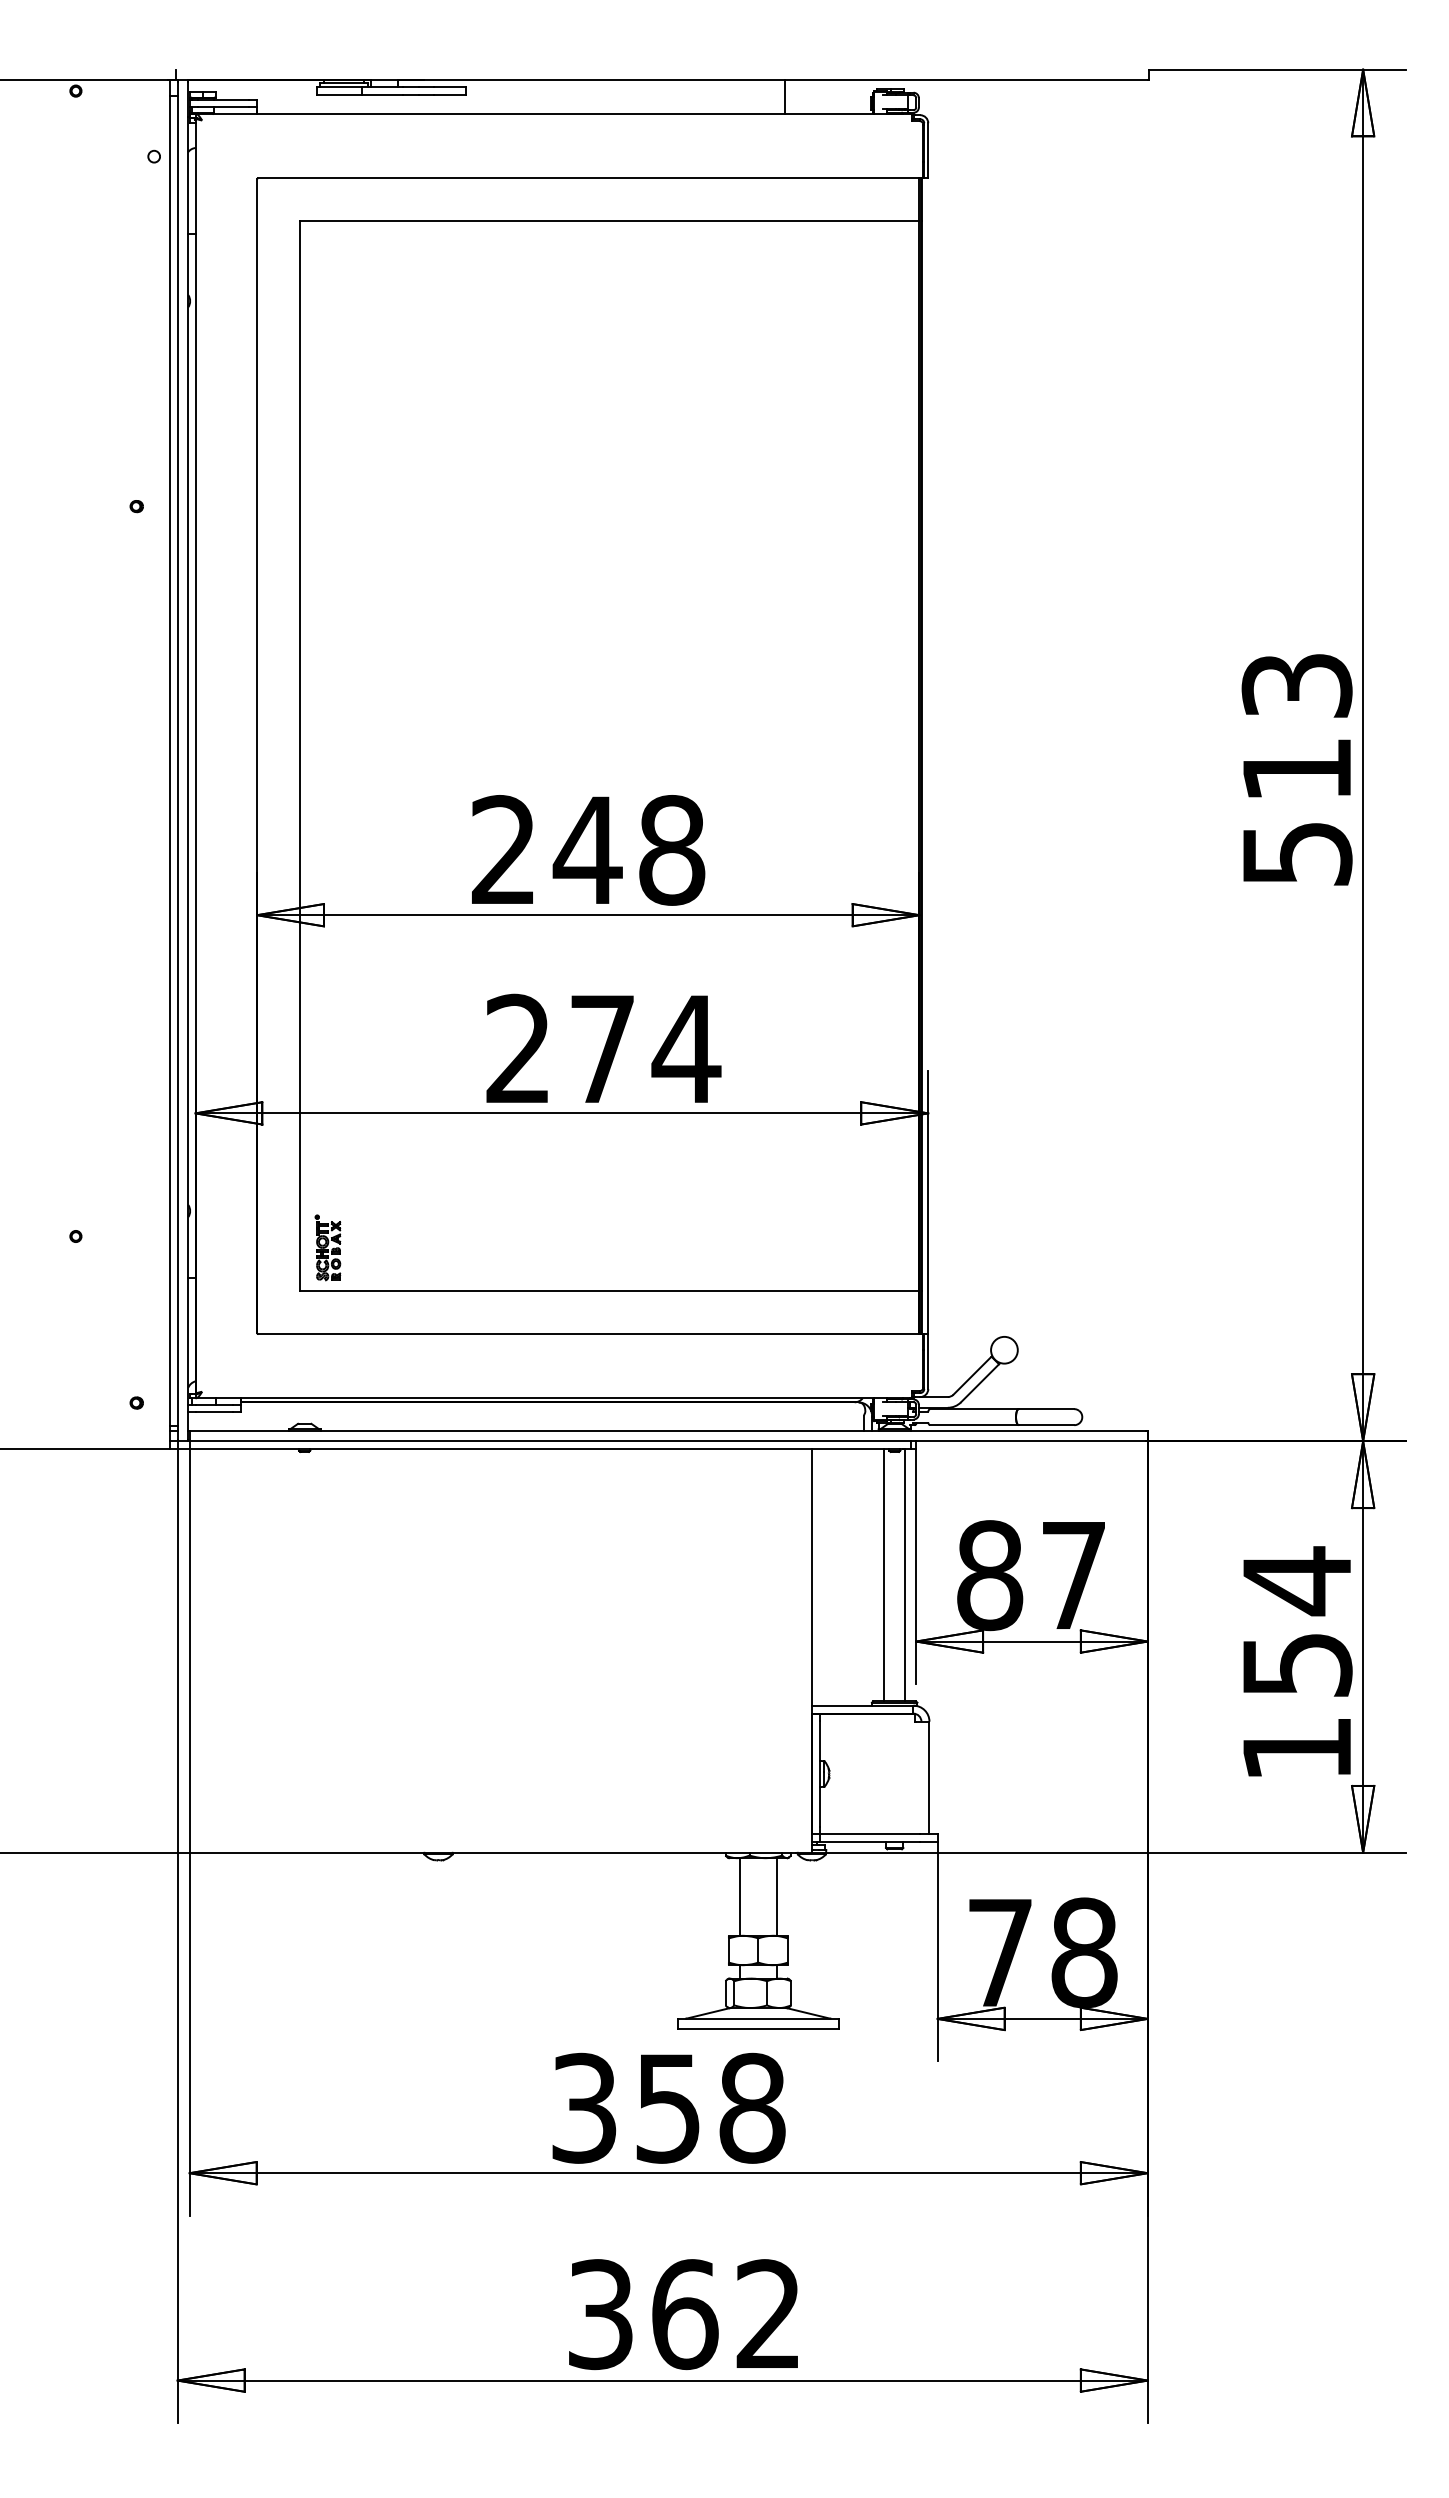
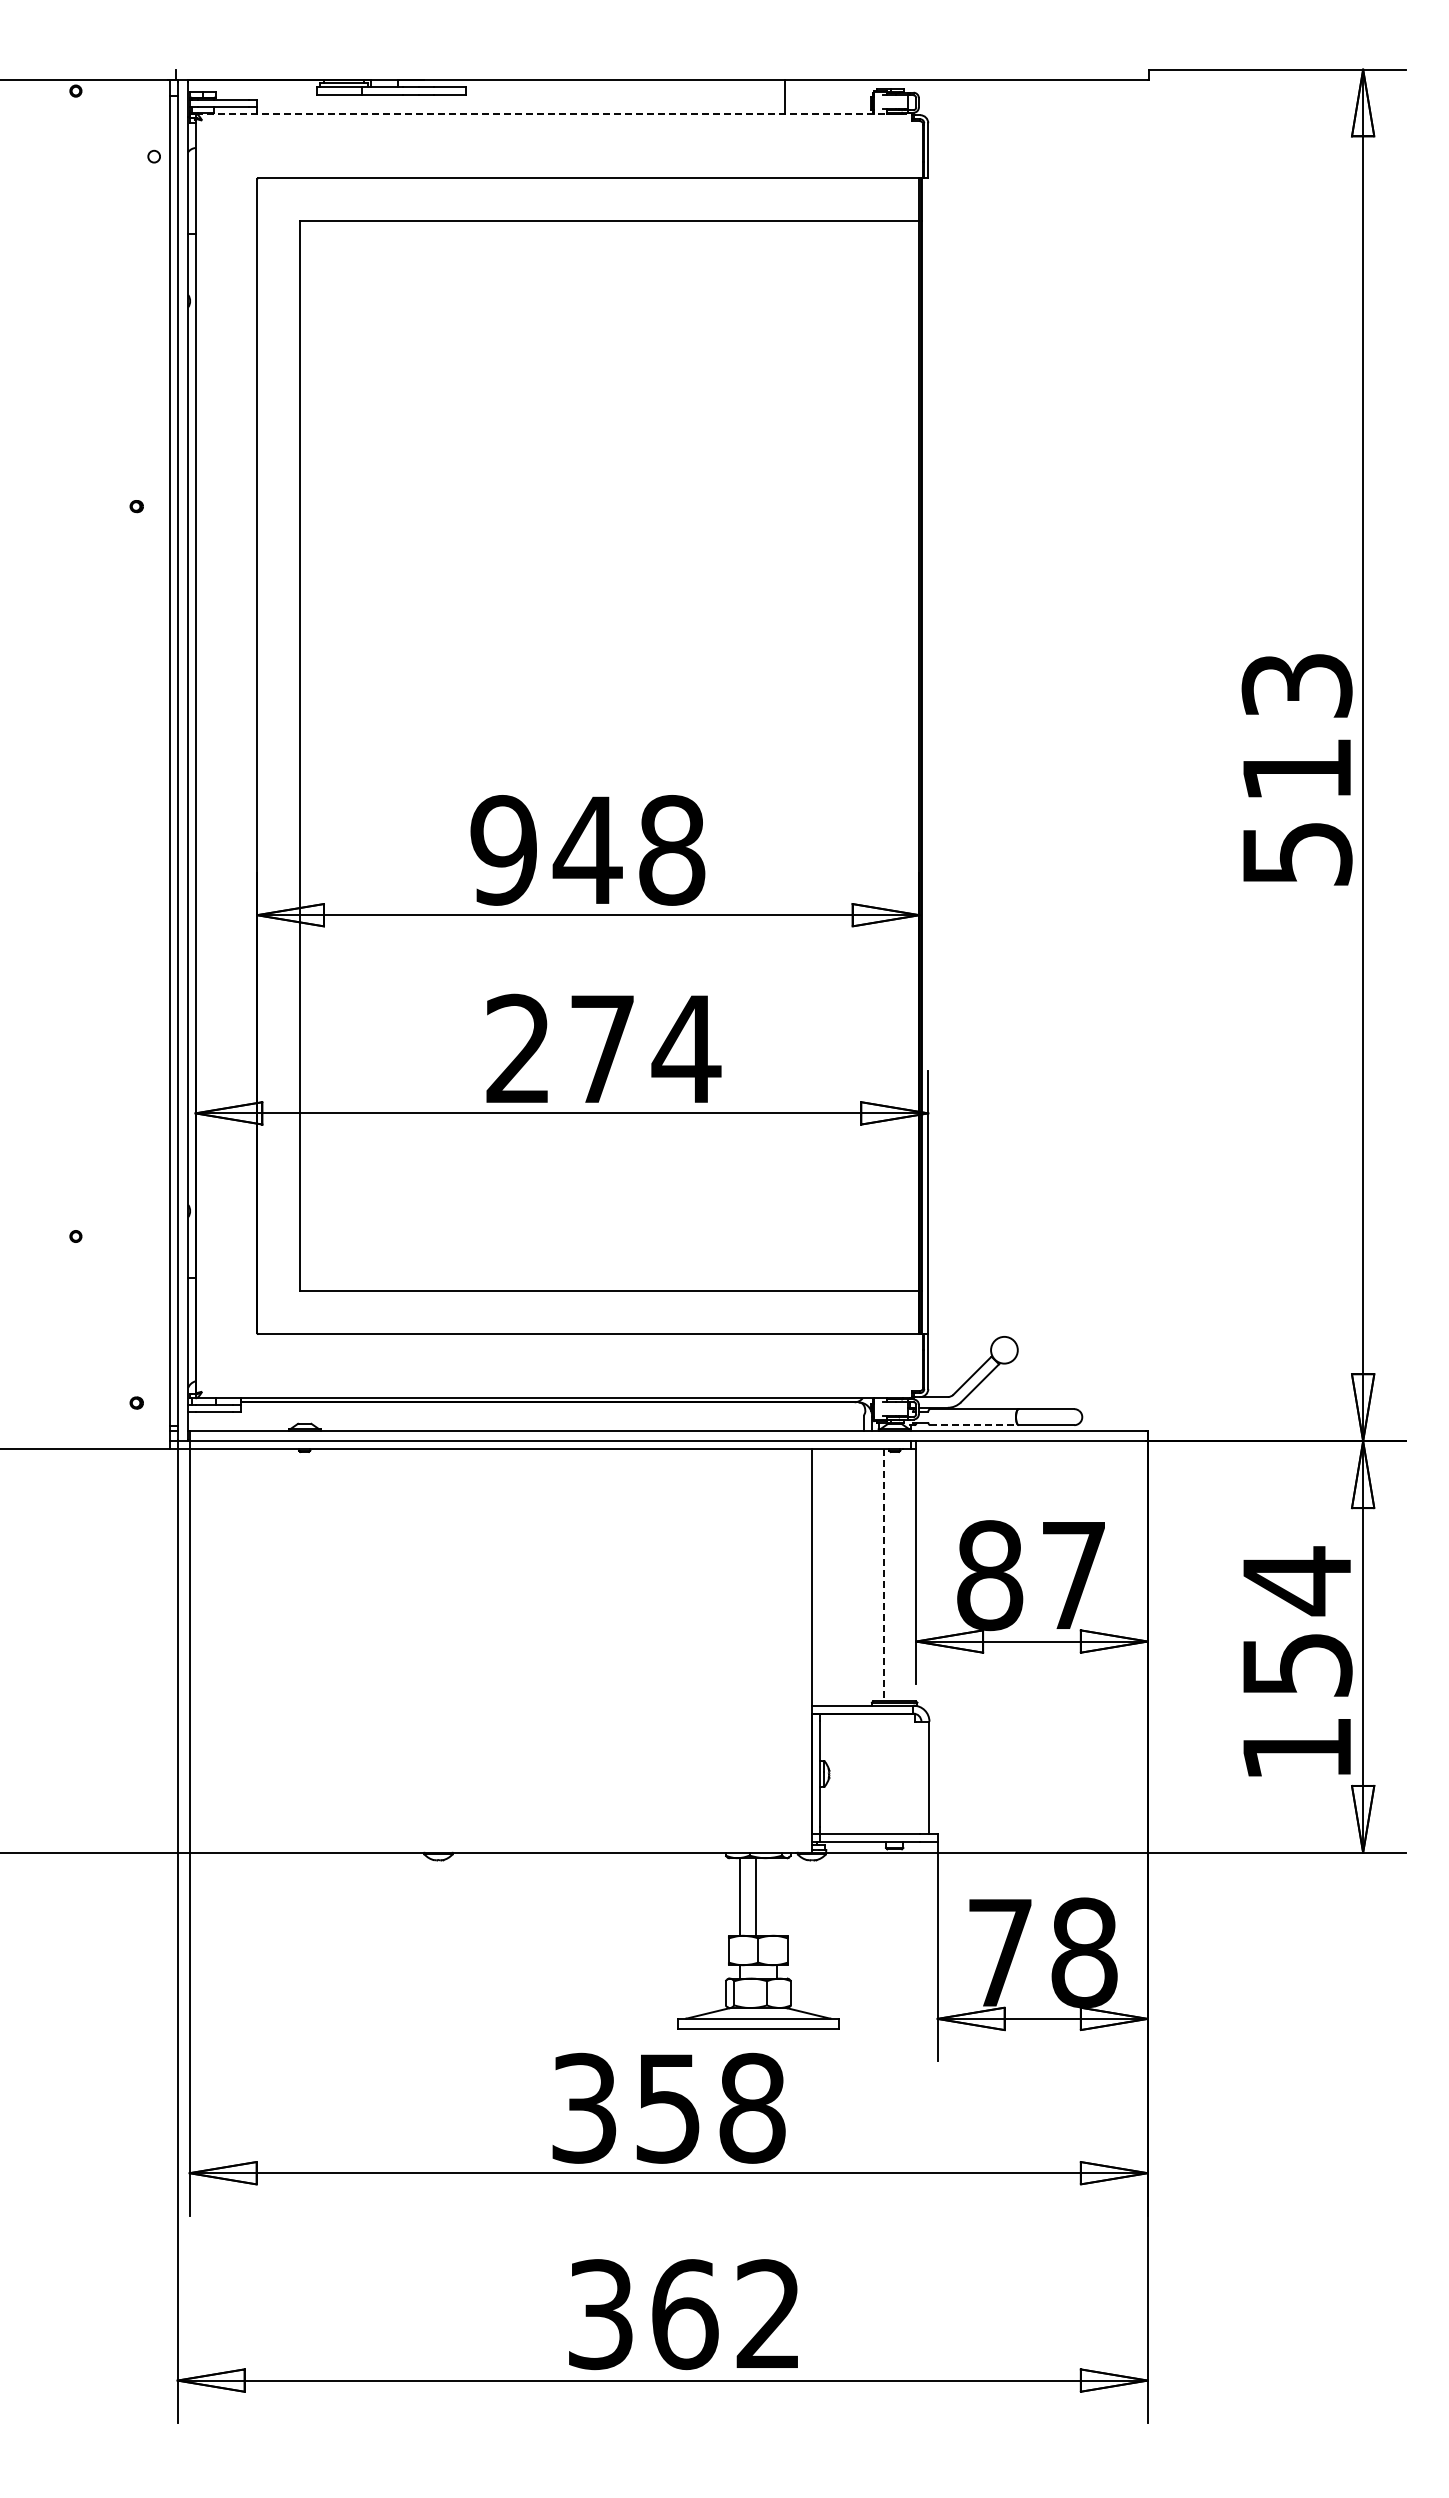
line at (554, 113): solid -> dashed
text at (503, 850): 248 -> 948
part at (327, 1247): present -> none
line at (974, 1425): solid -> dashed
line at (883, 1575): solid -> dashed
line at (905, 1575): present -> none
line at (777, 1896) position: (777, 1896) -> (756, 1896)
